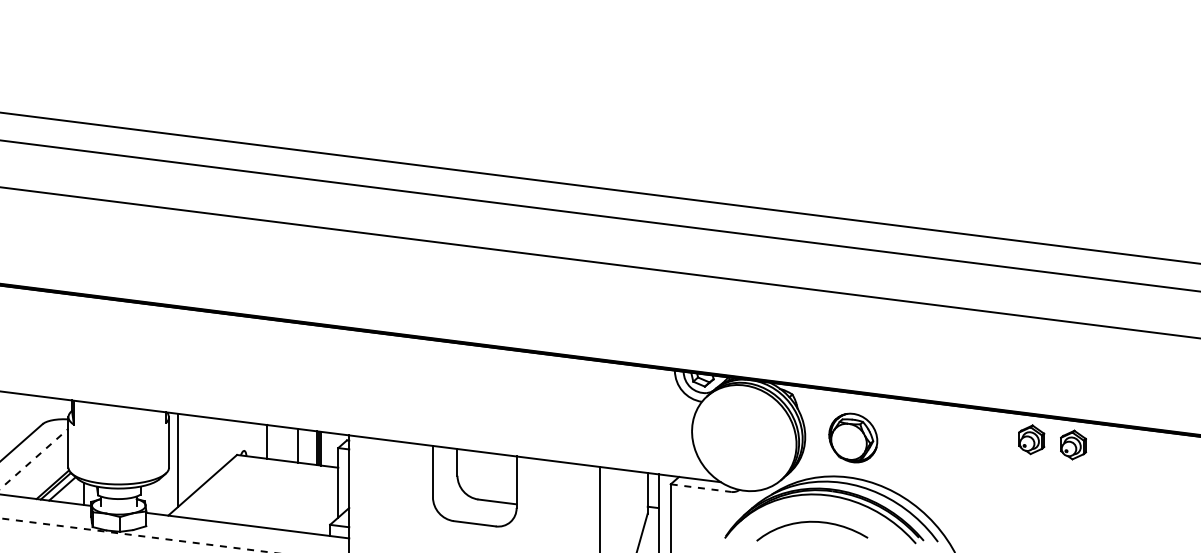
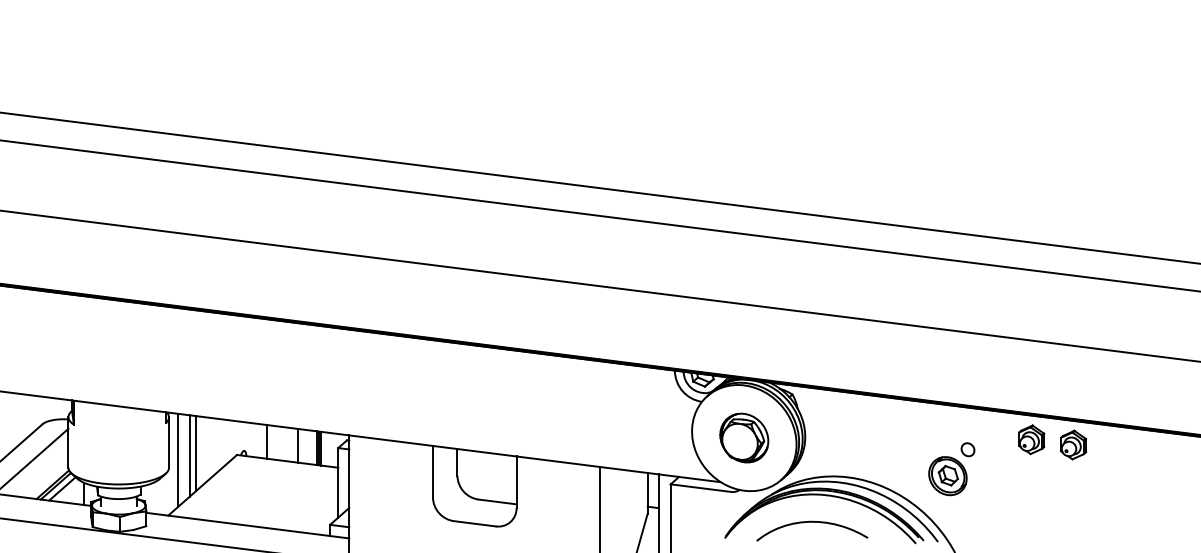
line at (599, 262) position: (599, 262) -> (599, 285)
part at (853, 437) position: (853, 437) -> (744, 437)
line at (195, 453): none -> present
line at (189, 455): none -> present
line at (34, 458): dashed -> solid
part at (951, 469): none -> present
line at (701, 488): dashed -> solid
line at (137, 535): dashed -> solid
